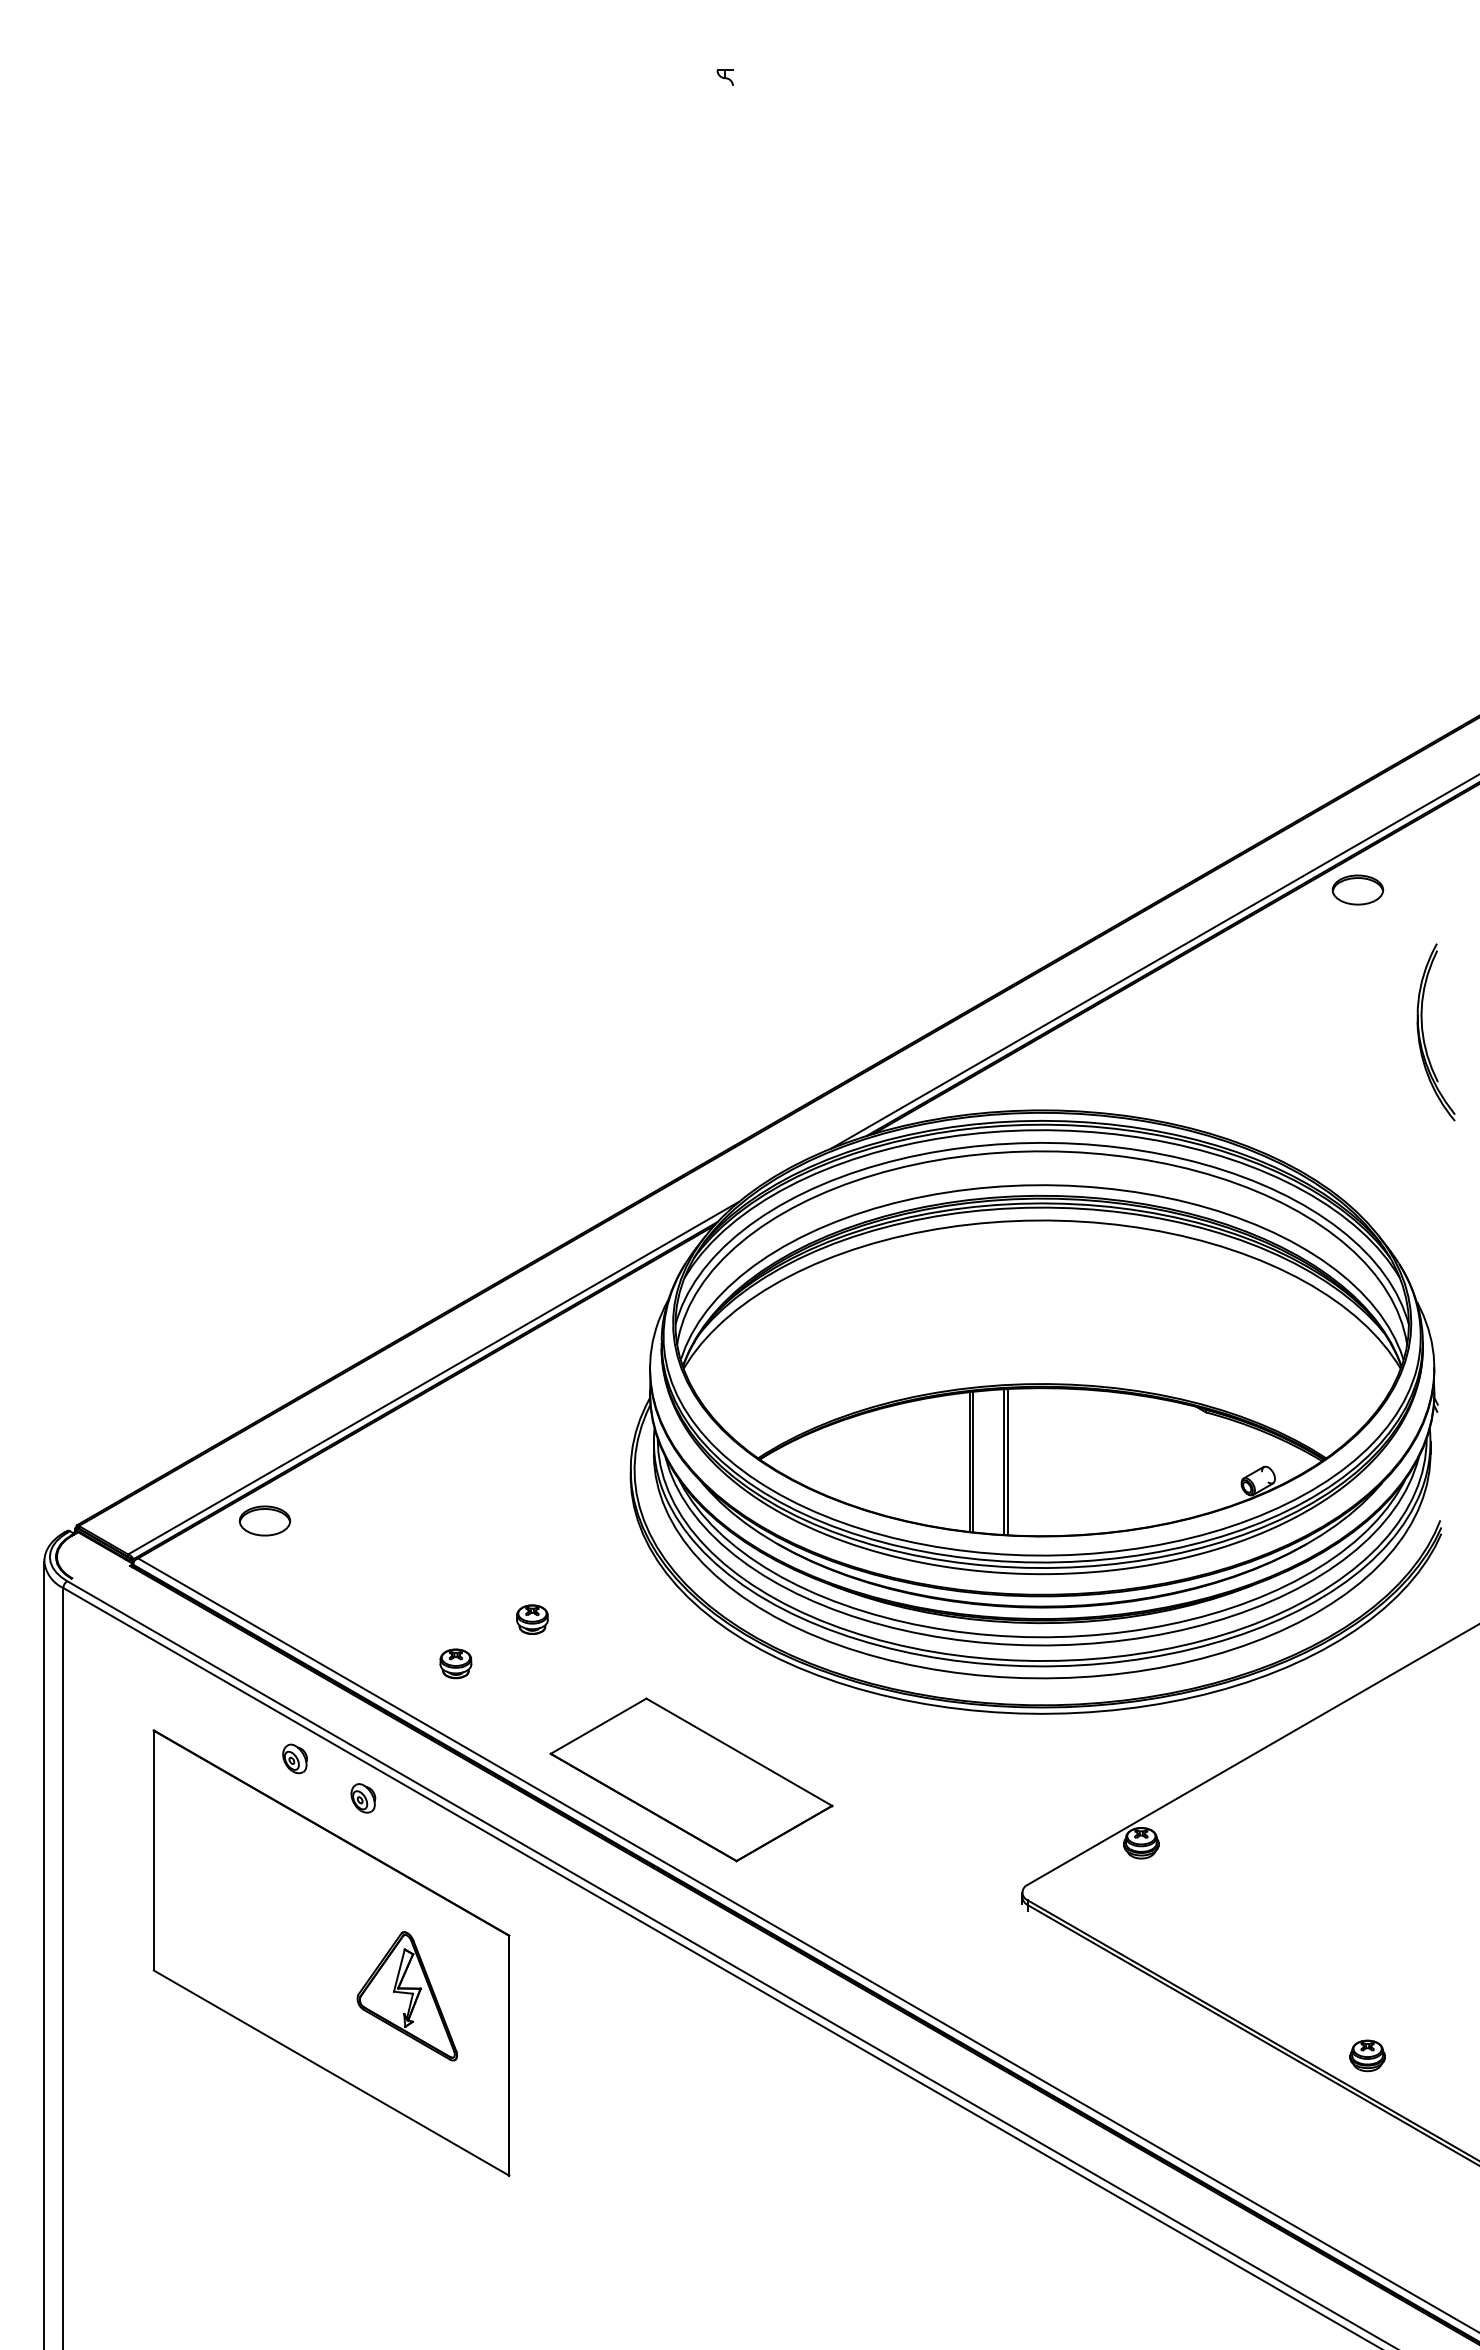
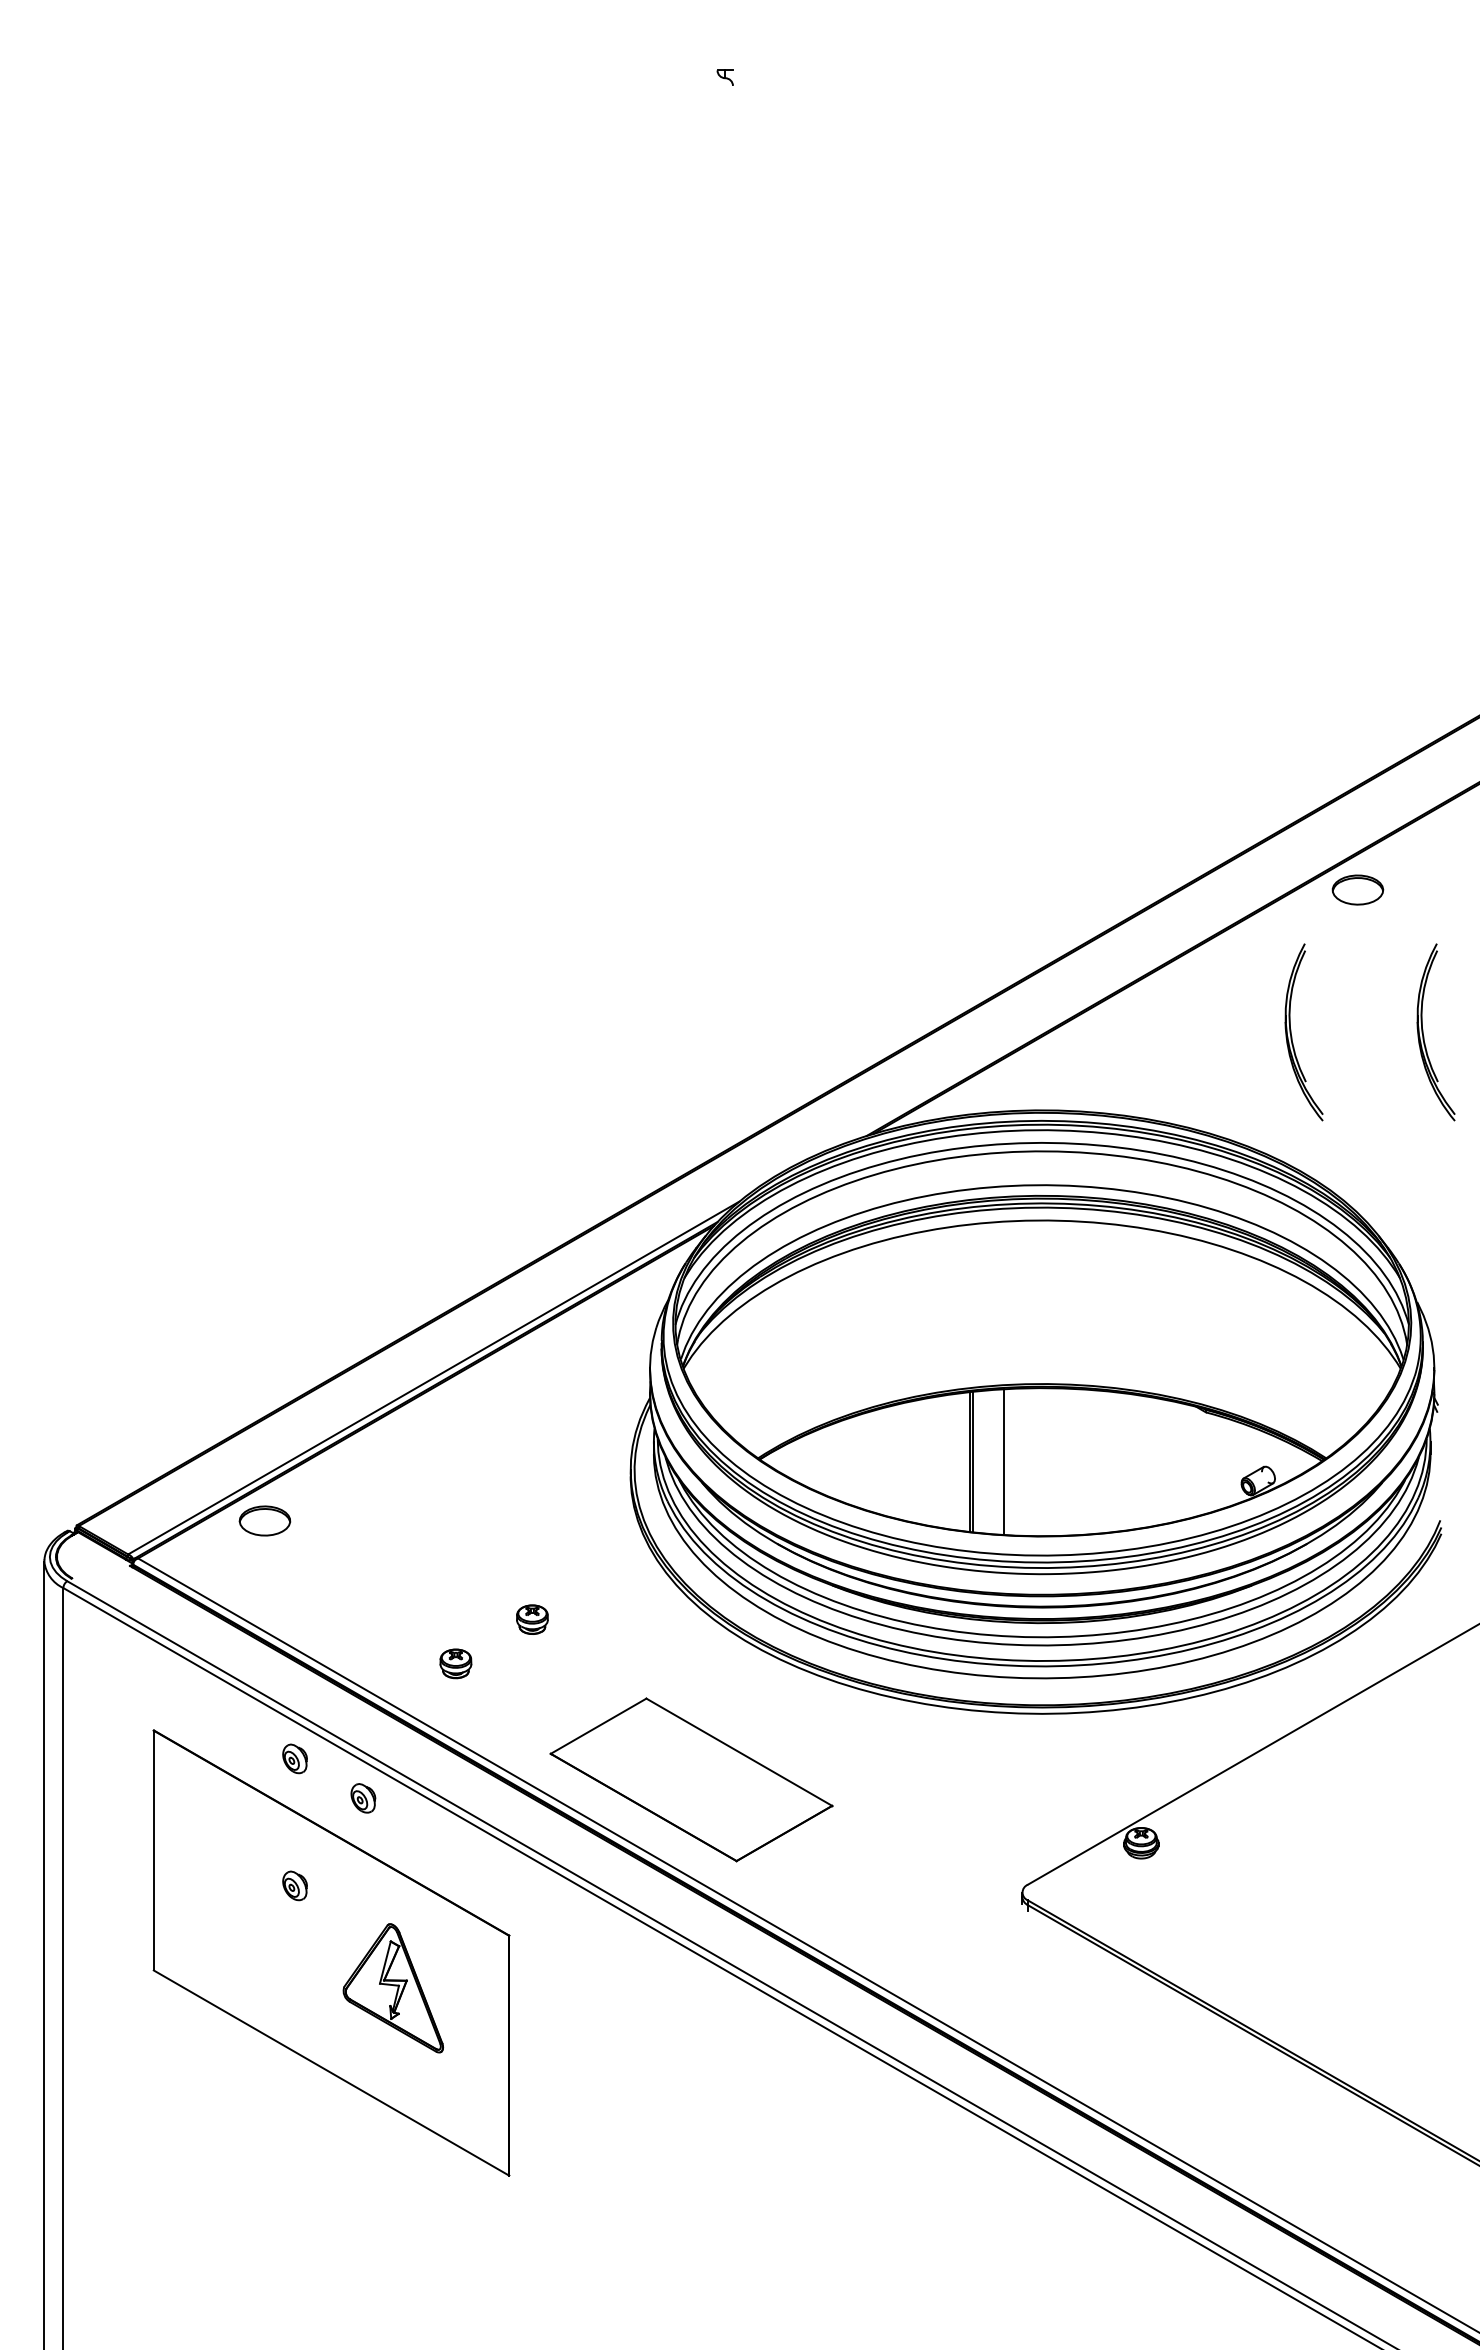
line at (1153, 961): present -> none
part at (1292, 1036): none -> present
line at (1007, 1462): present -> none
part at (294, 1885): none -> present
part at (406, 1996) position: (406, 1996) -> (392, 1988)
part at (1367, 2055): present -> none
